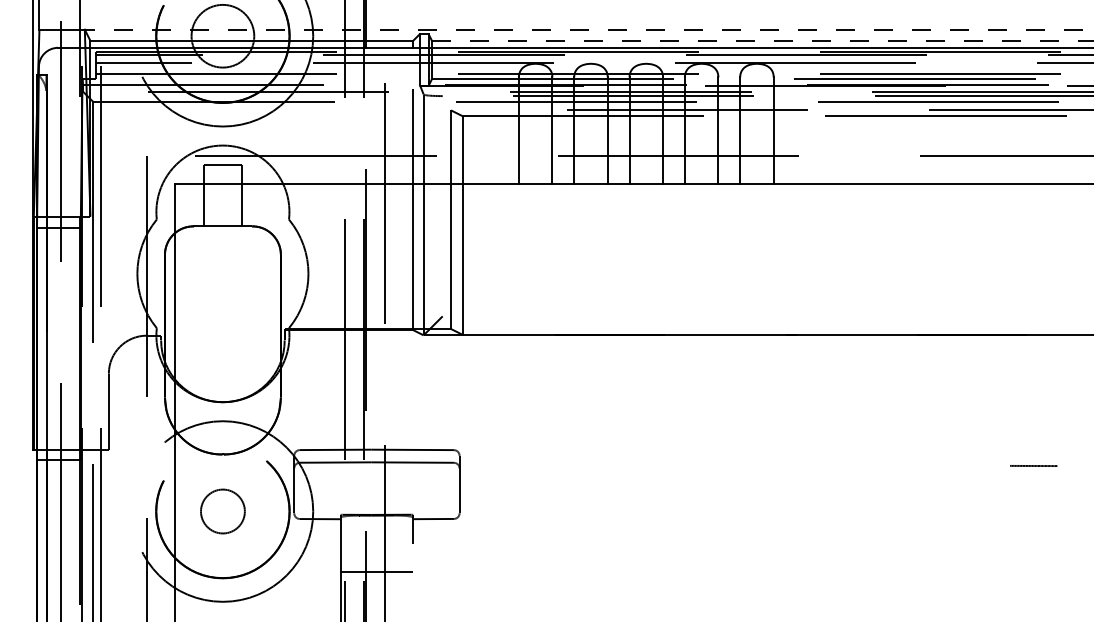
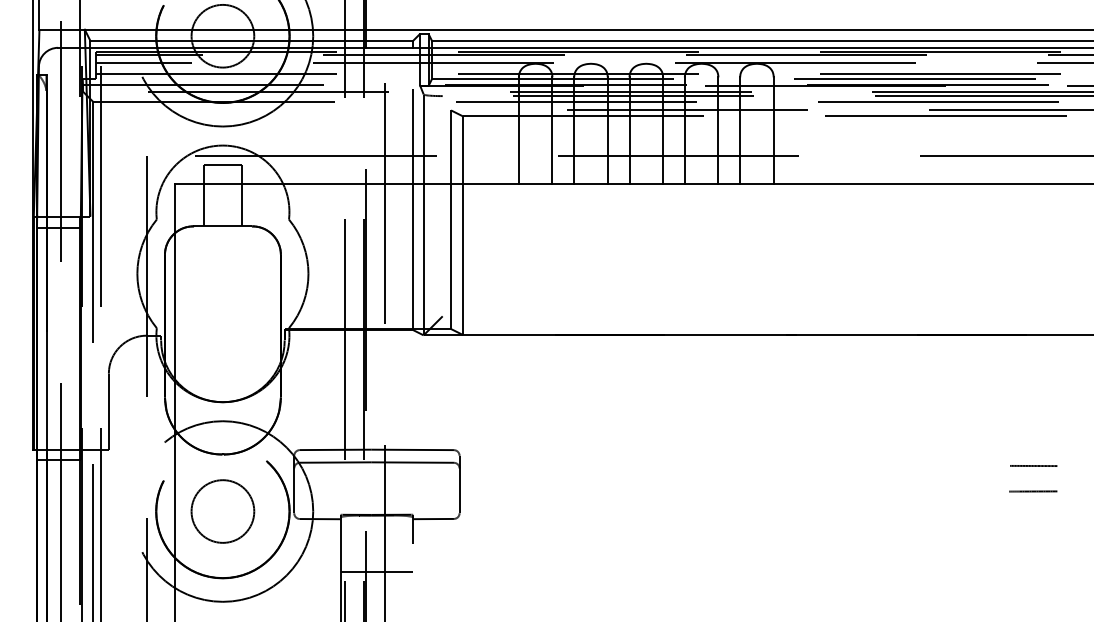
line at (588, 29): dashed -> solid
line at (762, 40): dashed -> solid
line at (1033, 491): none -> present
circle at (222, 511) size: 46x47 px -> 66x65 px
